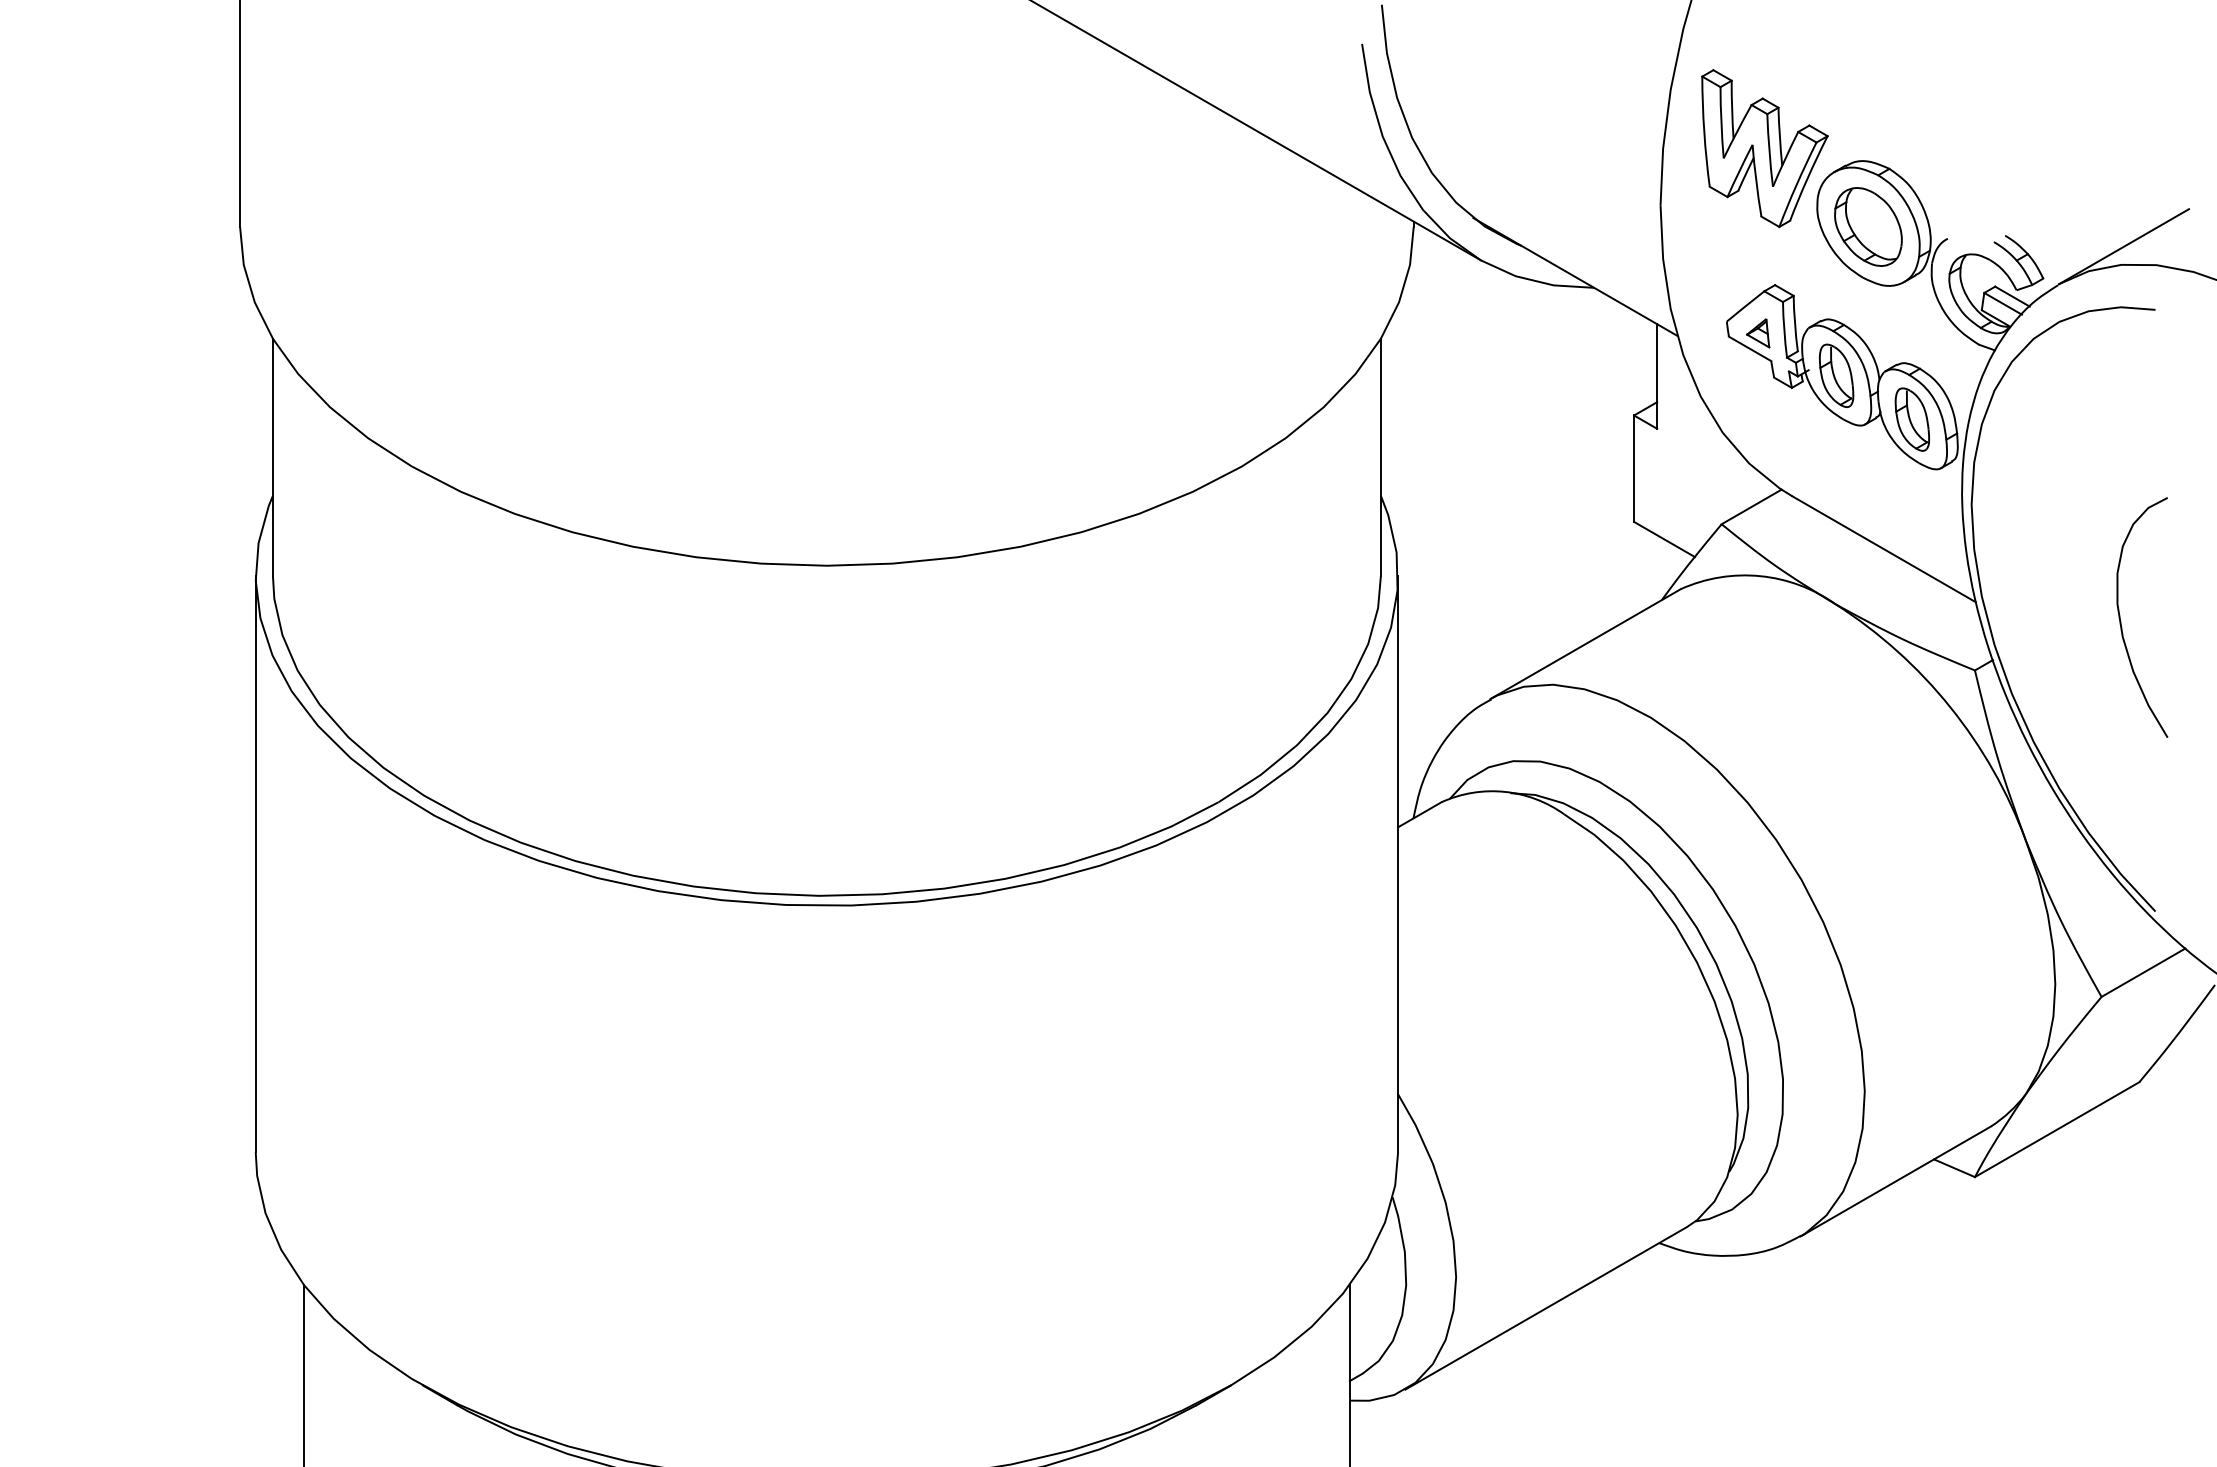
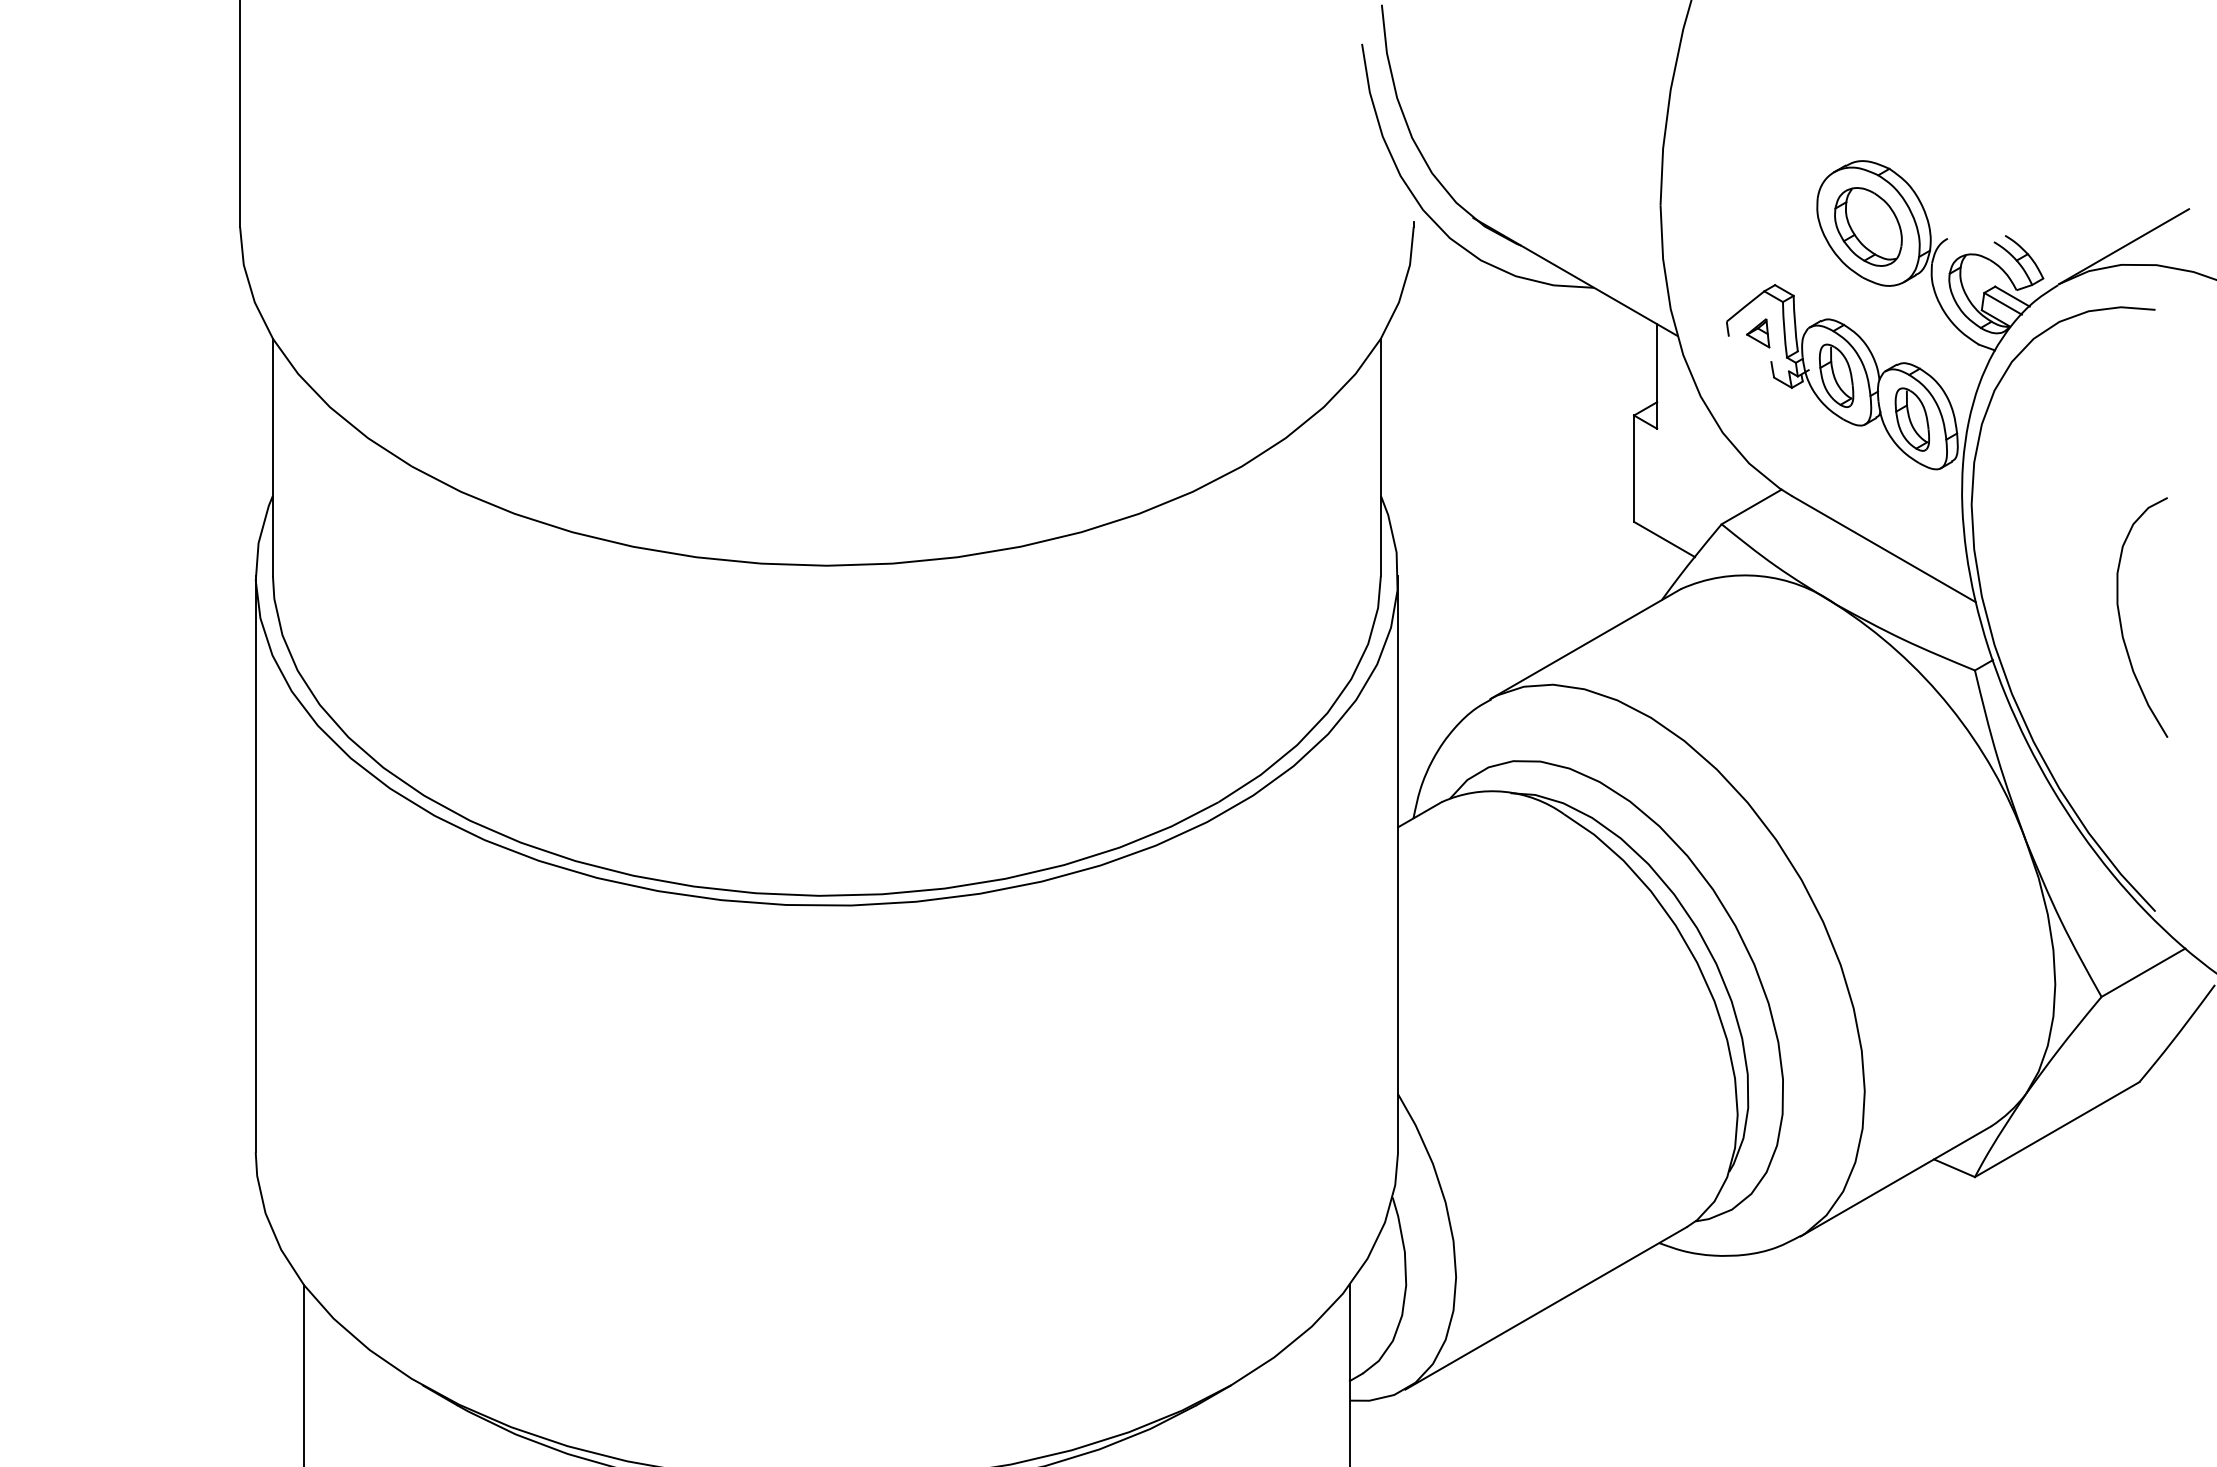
line at (1257, 131): present -> none
part at (1764, 148): present -> none
line at (1749, 348): present -> none
